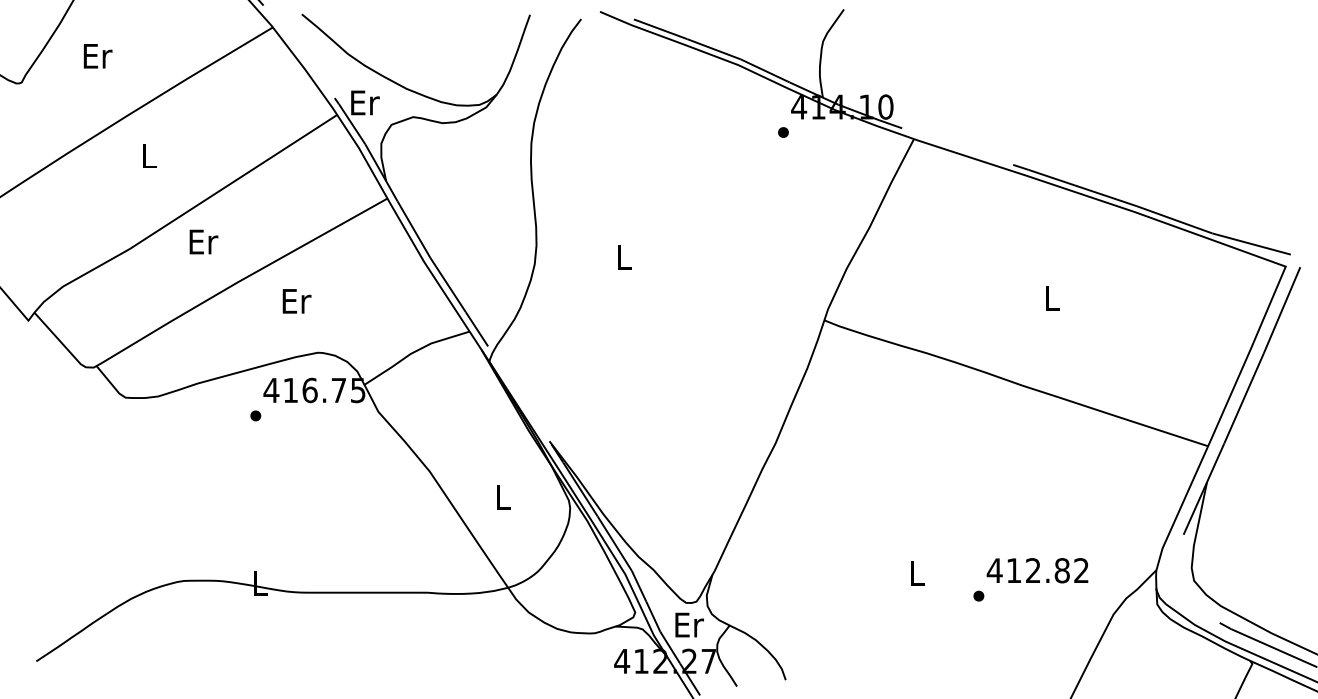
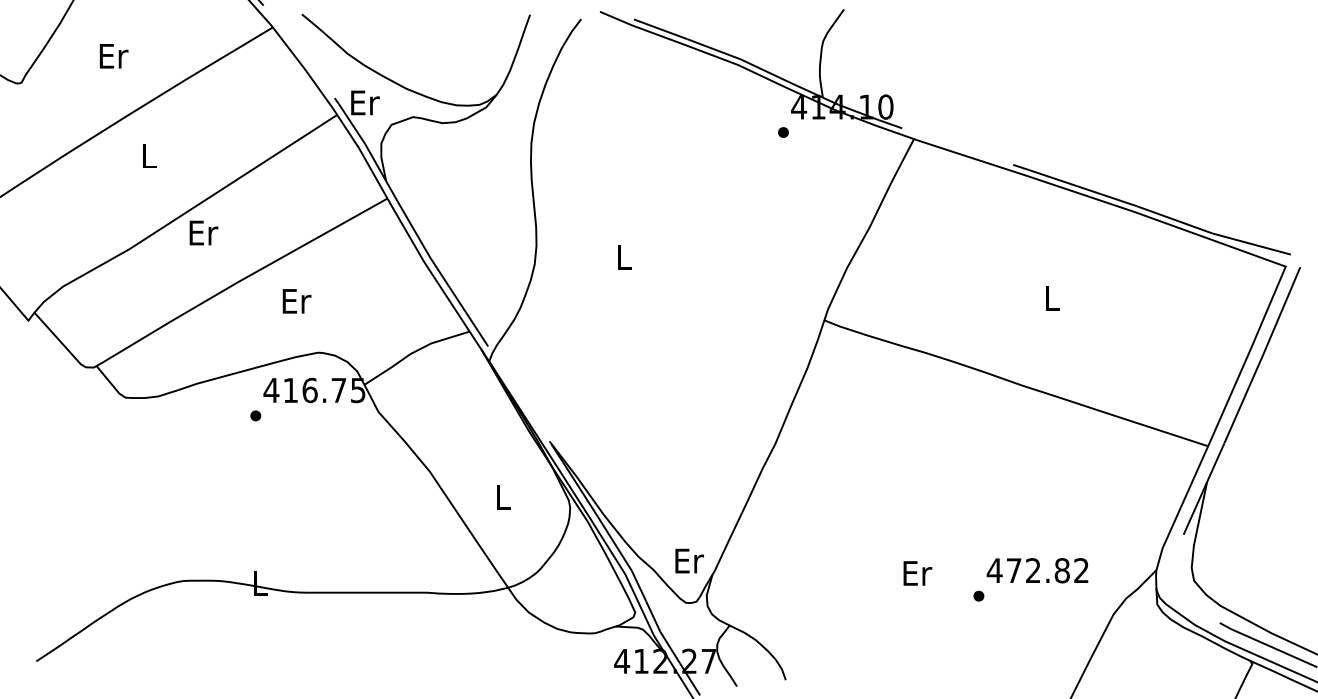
text at (97, 56) position: (97, 56) -> (113, 56)
text at (203, 241) position: (203, 241) -> (203, 232)
text at (1014, 570): 412.82 -> 472.82
text at (917, 573): L -> Er
text at (689, 624) position: (689, 624) -> (689, 560)
